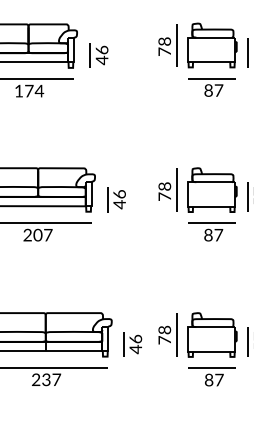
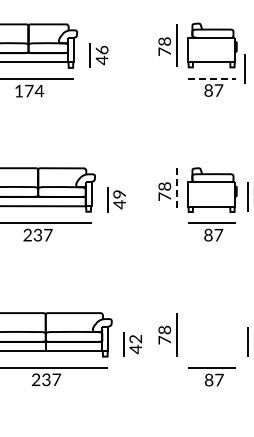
line at (247, 52) position: (247, 52) -> (244, 68)
line at (212, 78): solid -> dashed
line at (176, 190): solid -> dashed
text at (119, 194): 46 -> 49
text at (37, 235): 207 -> 237
part at (212, 334): present -> none
text at (135, 338): 46 -> 42
